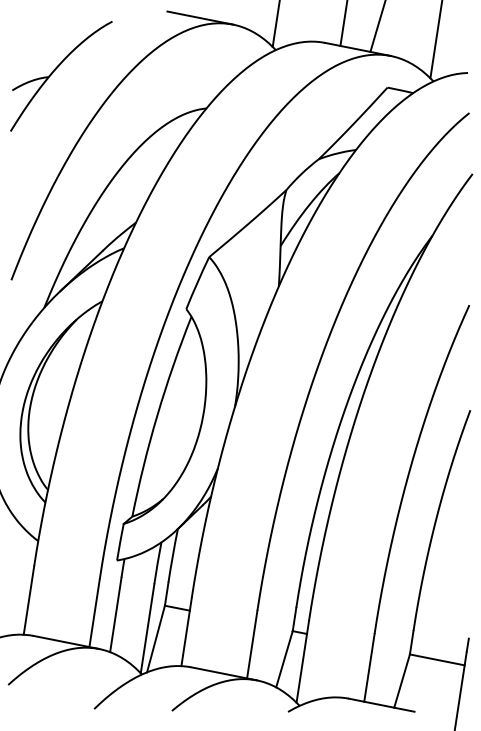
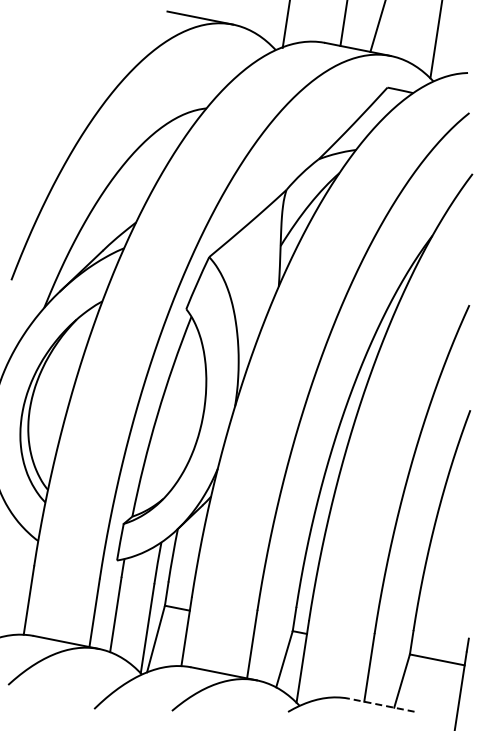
line at (275, 24) position: (275, 24) -> (285, 24)
part at (55, 70): present -> none
line at (381, 705): solid -> dashed
